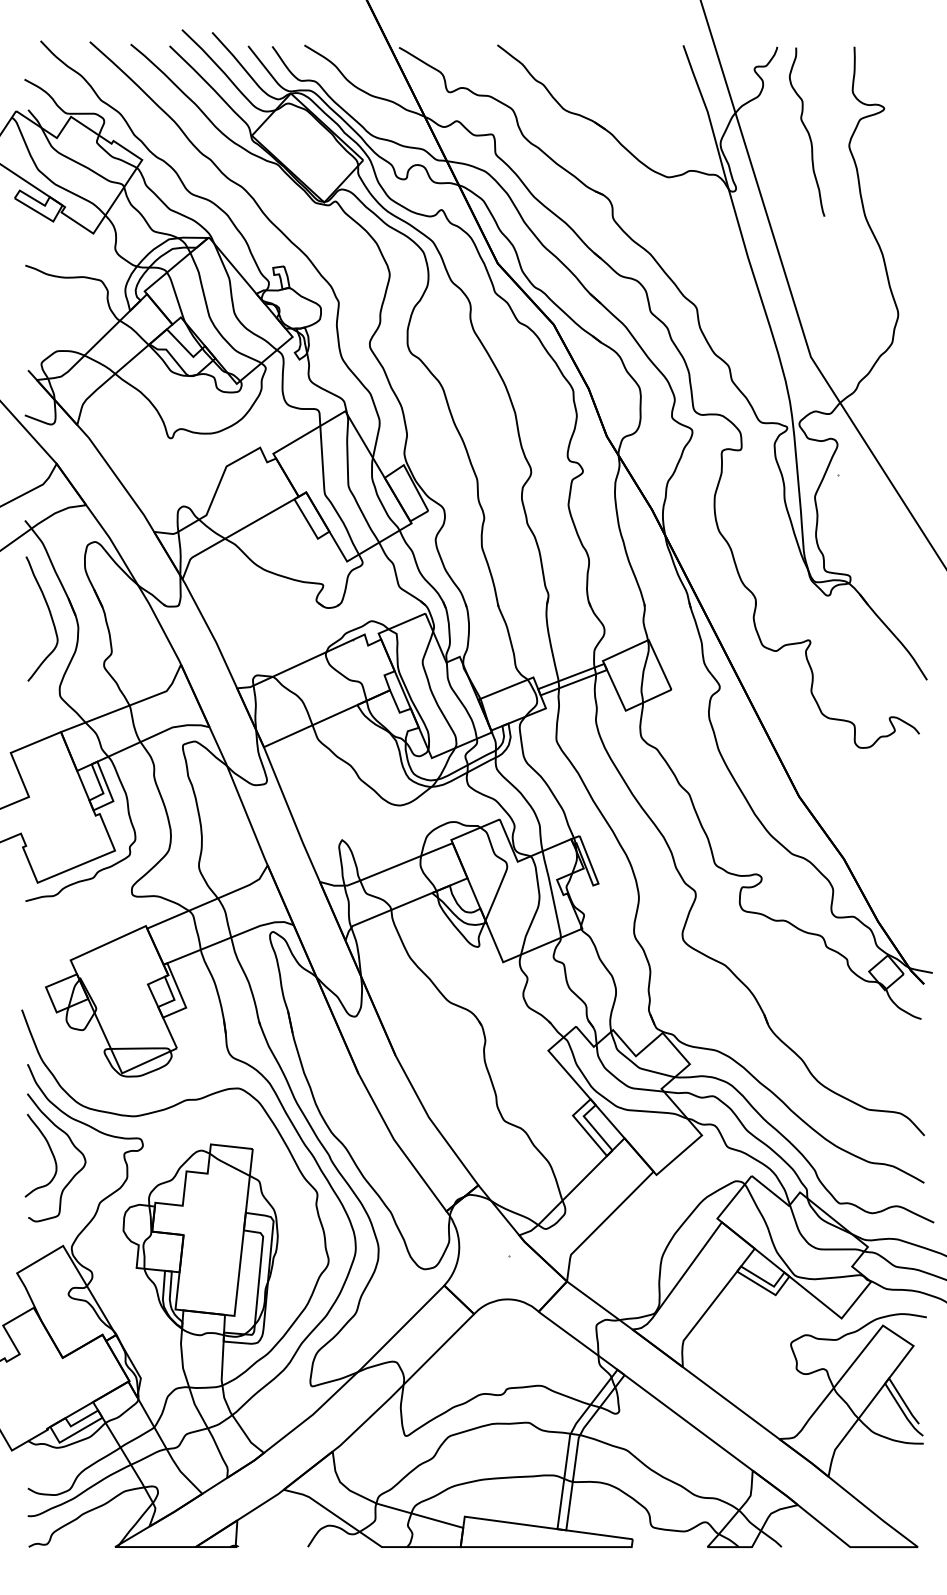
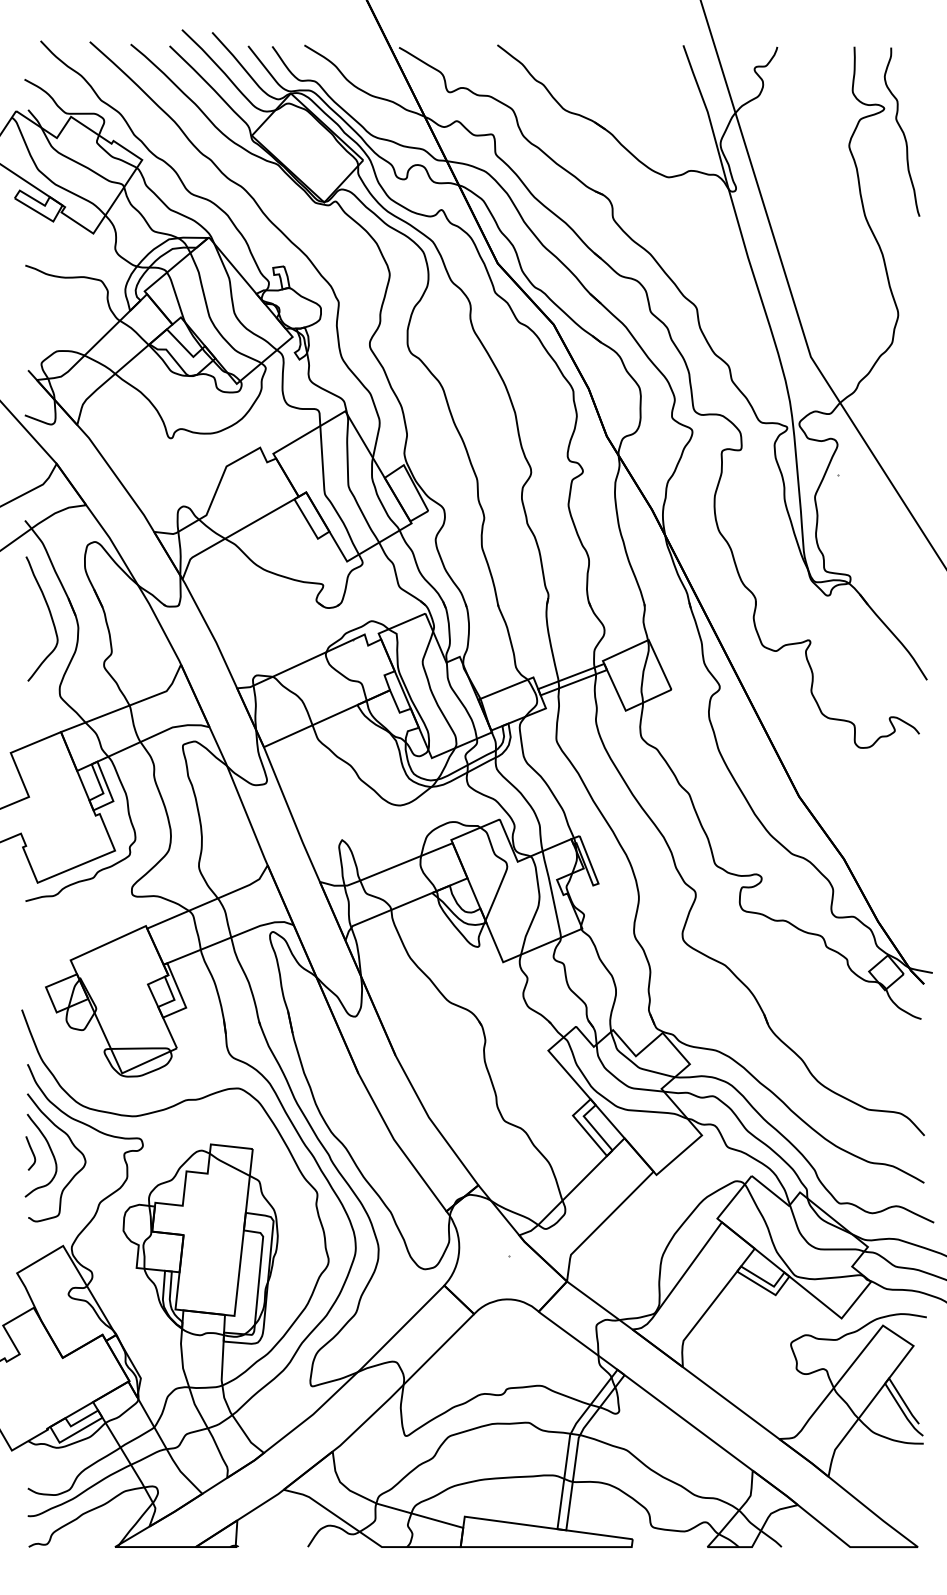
curve at (806, 131) position: (806, 131) -> (901, 131)
curve at (31, 1152): none -> present
